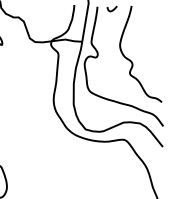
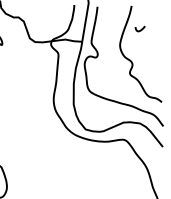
curve at (112, 9) position: (112, 9) -> (140, 29)
